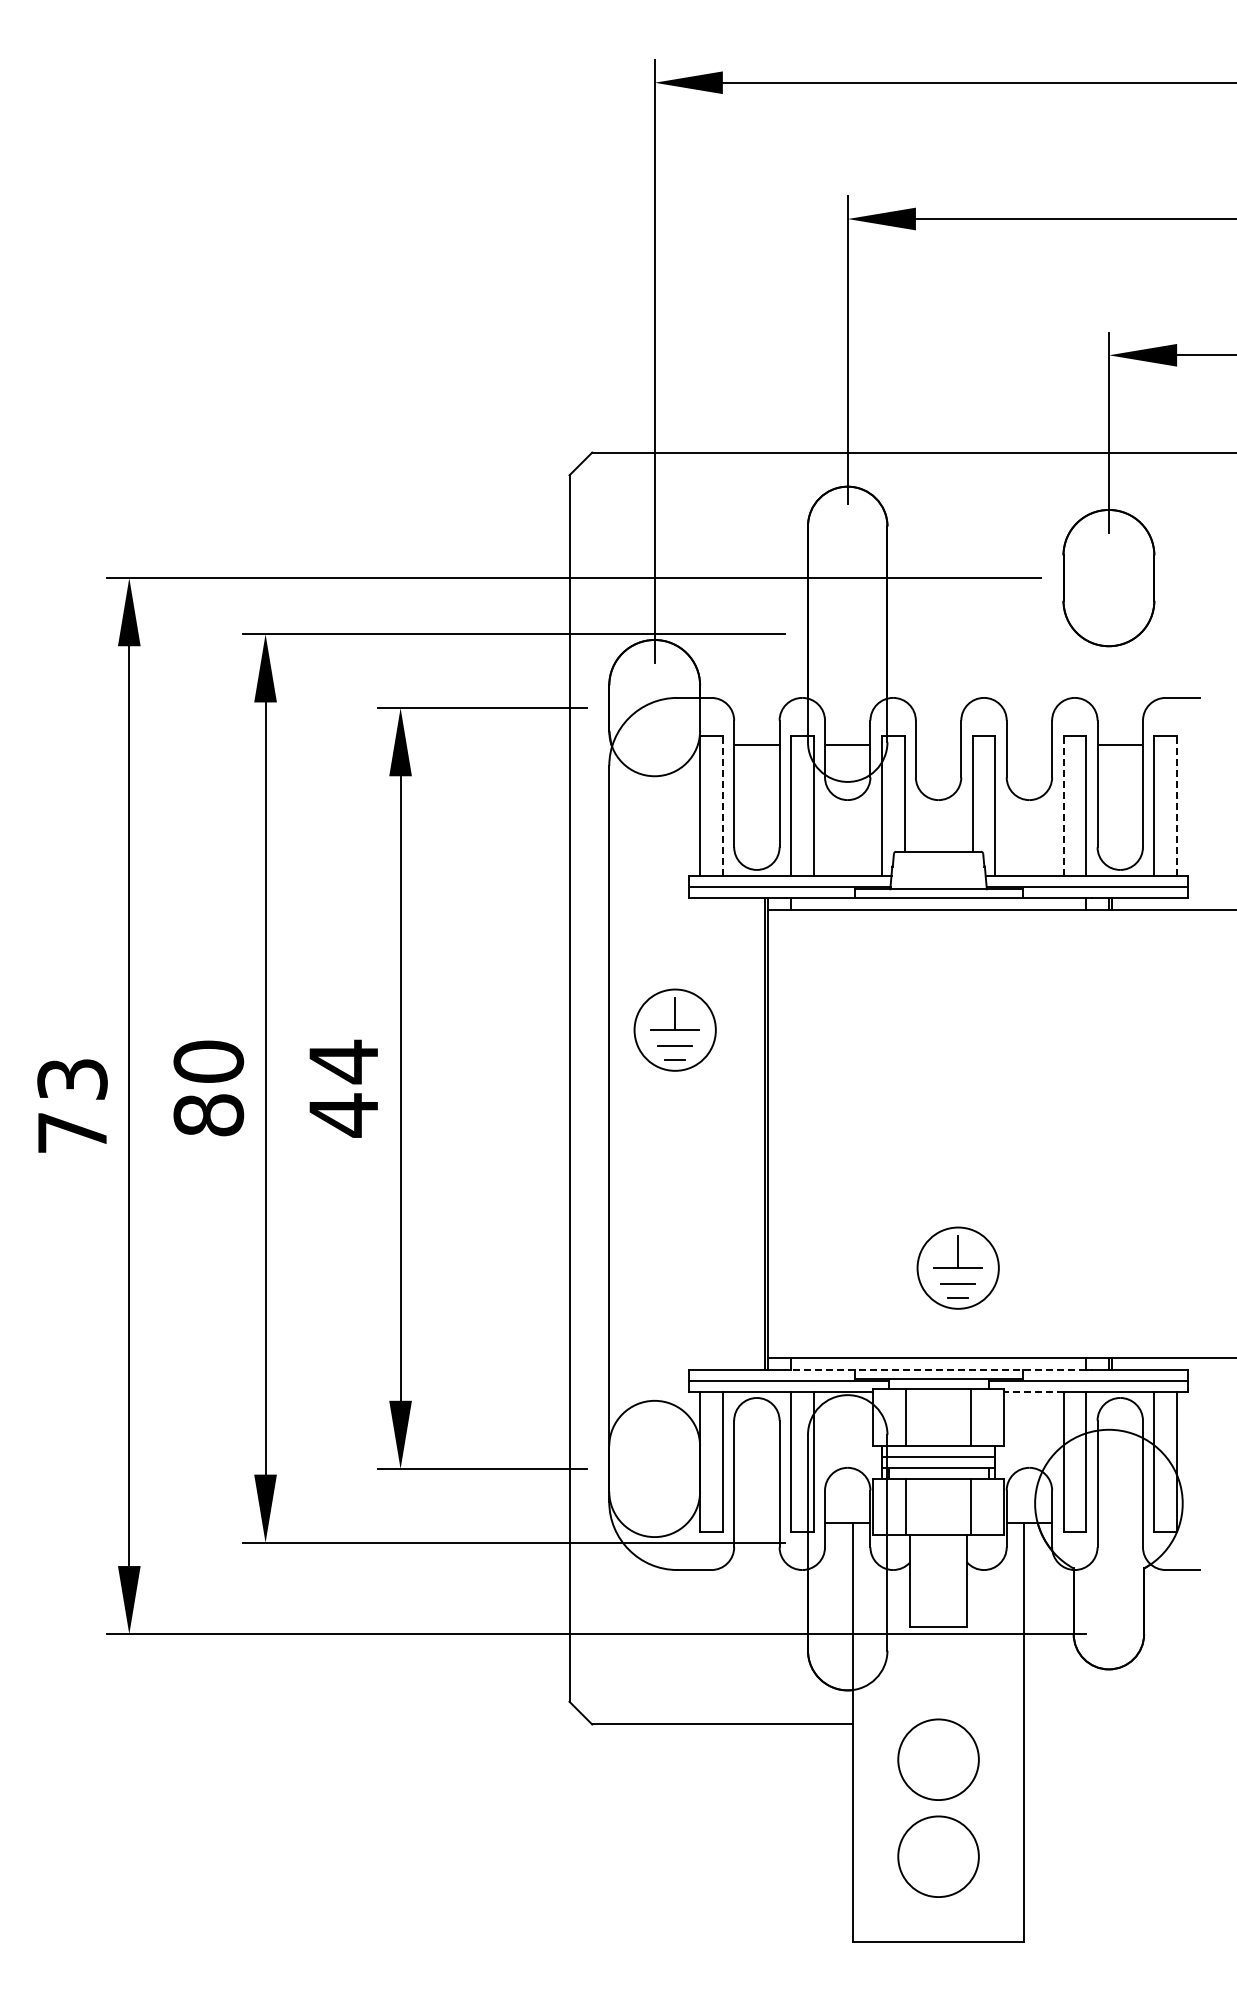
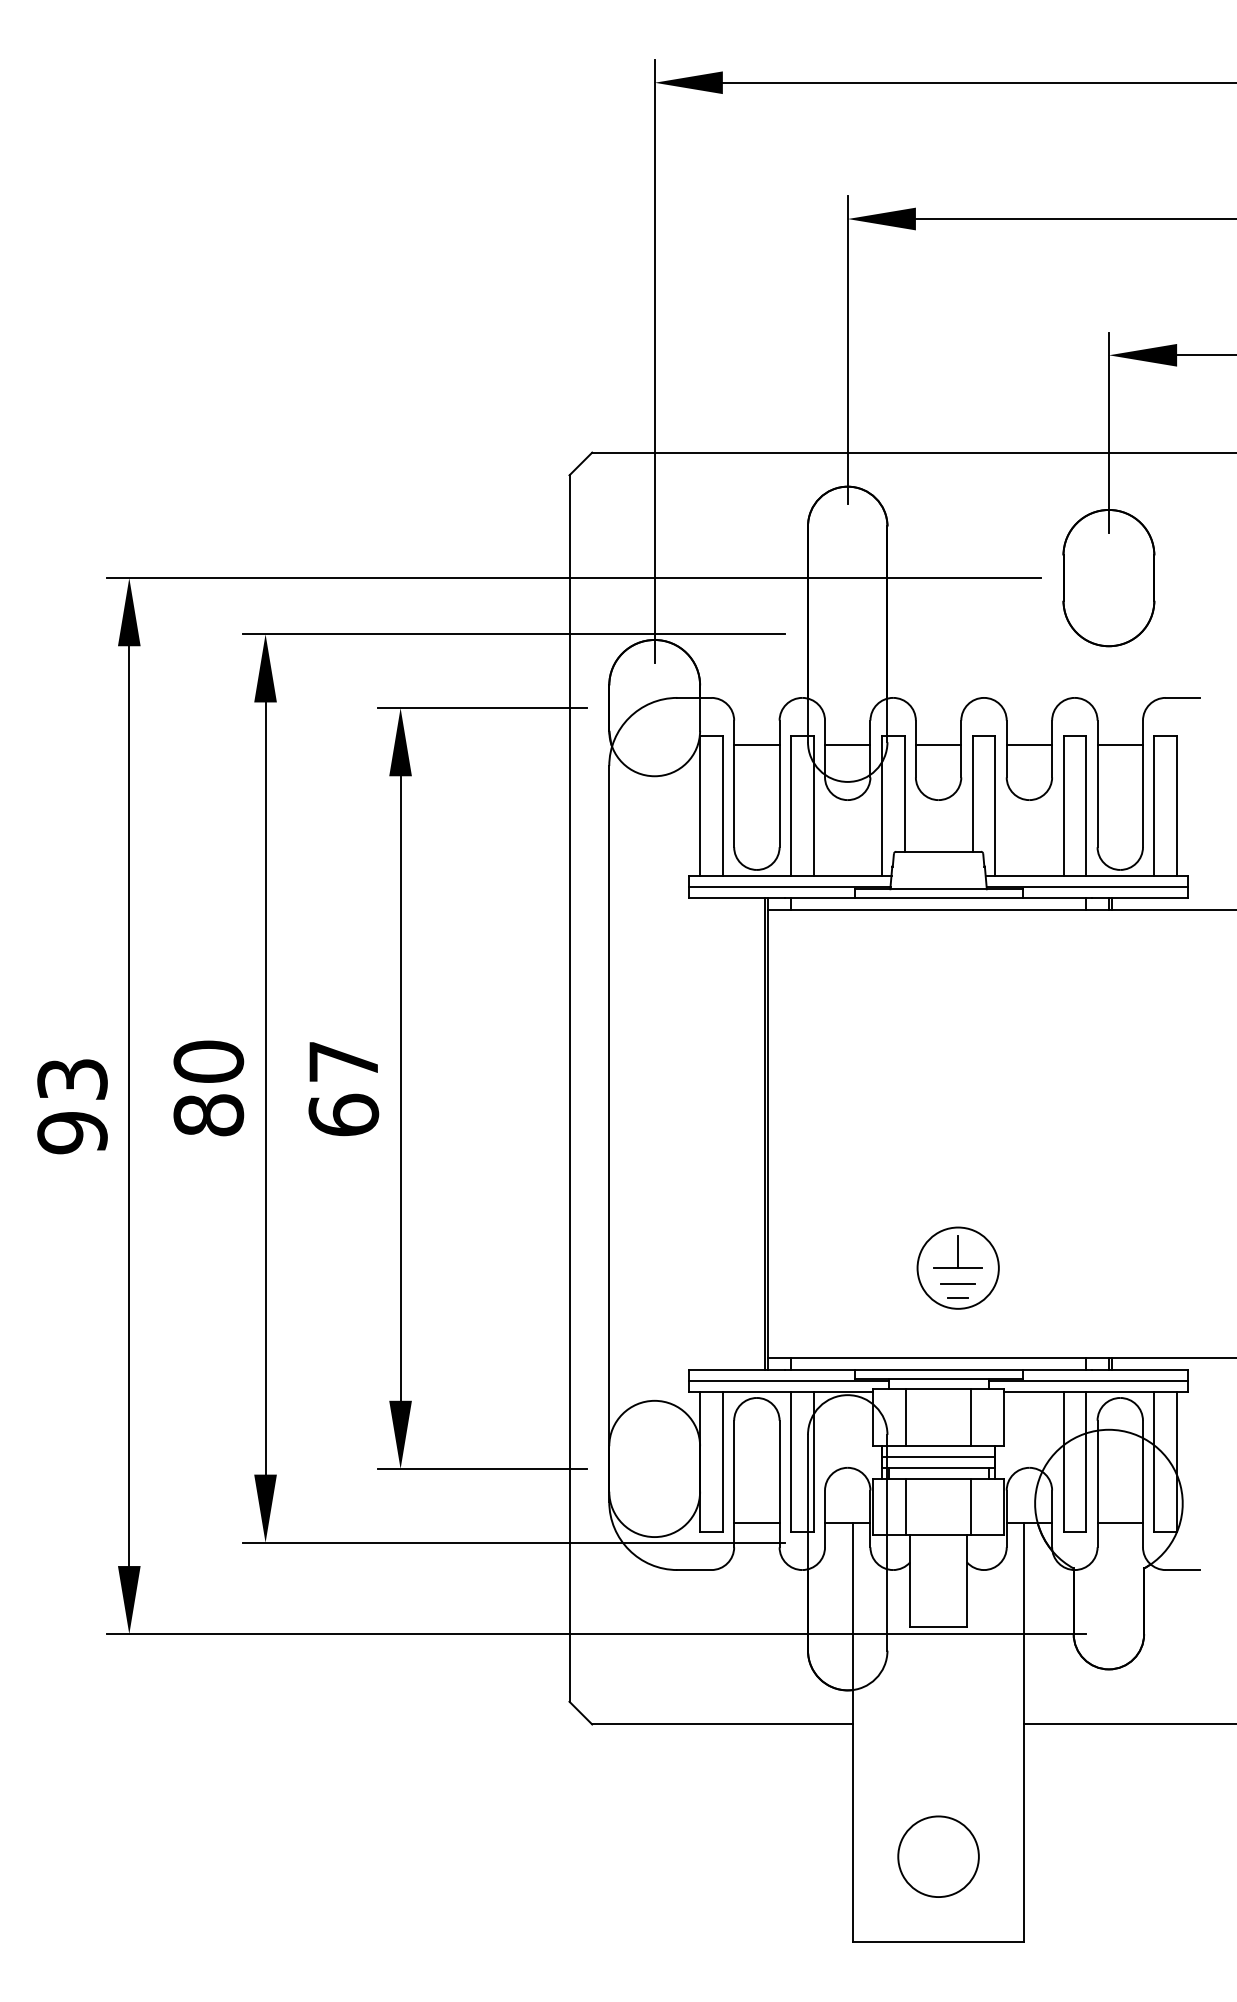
line at (938, 745): none -> present
line at (1029, 745): none -> present
line at (722, 805): dashed -> solid
line at (1063, 805): dashed -> solid
line at (1177, 805): dashed -> solid
part at (674, 1029): present -> none
text at (343, 1088): 44 -> 67
text at (72, 1133): 73 -> 93
line at (938, 1369): dashed -> solid
line at (1033, 1392): dashed -> solid
line at (756, 1522): none -> present
line at (1119, 1522): none -> present
line at (1128, 1724): none -> present
circle at (938, 1759): present -> none
